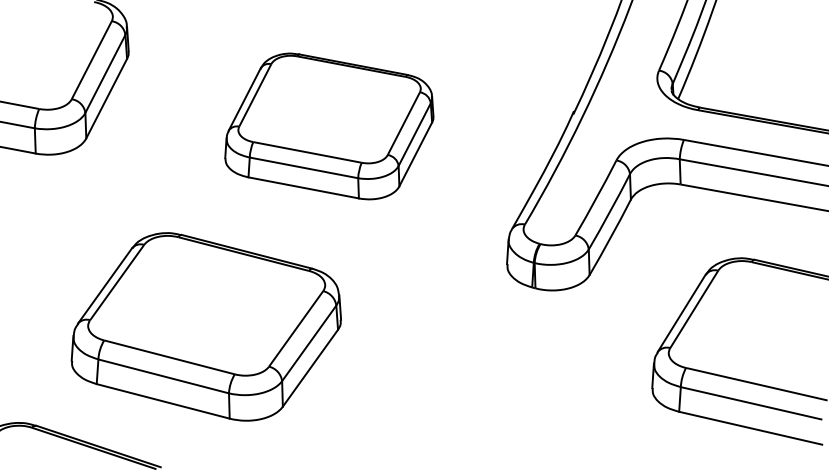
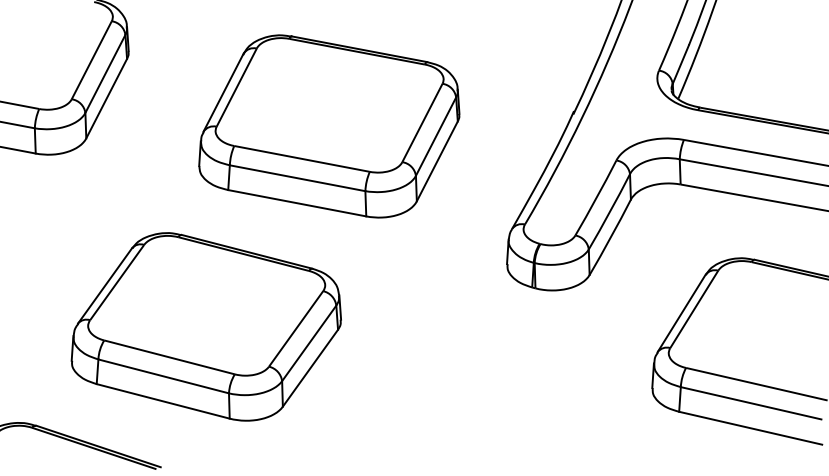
part at (329, 126) size: 211x149 px -> 263x185 px
